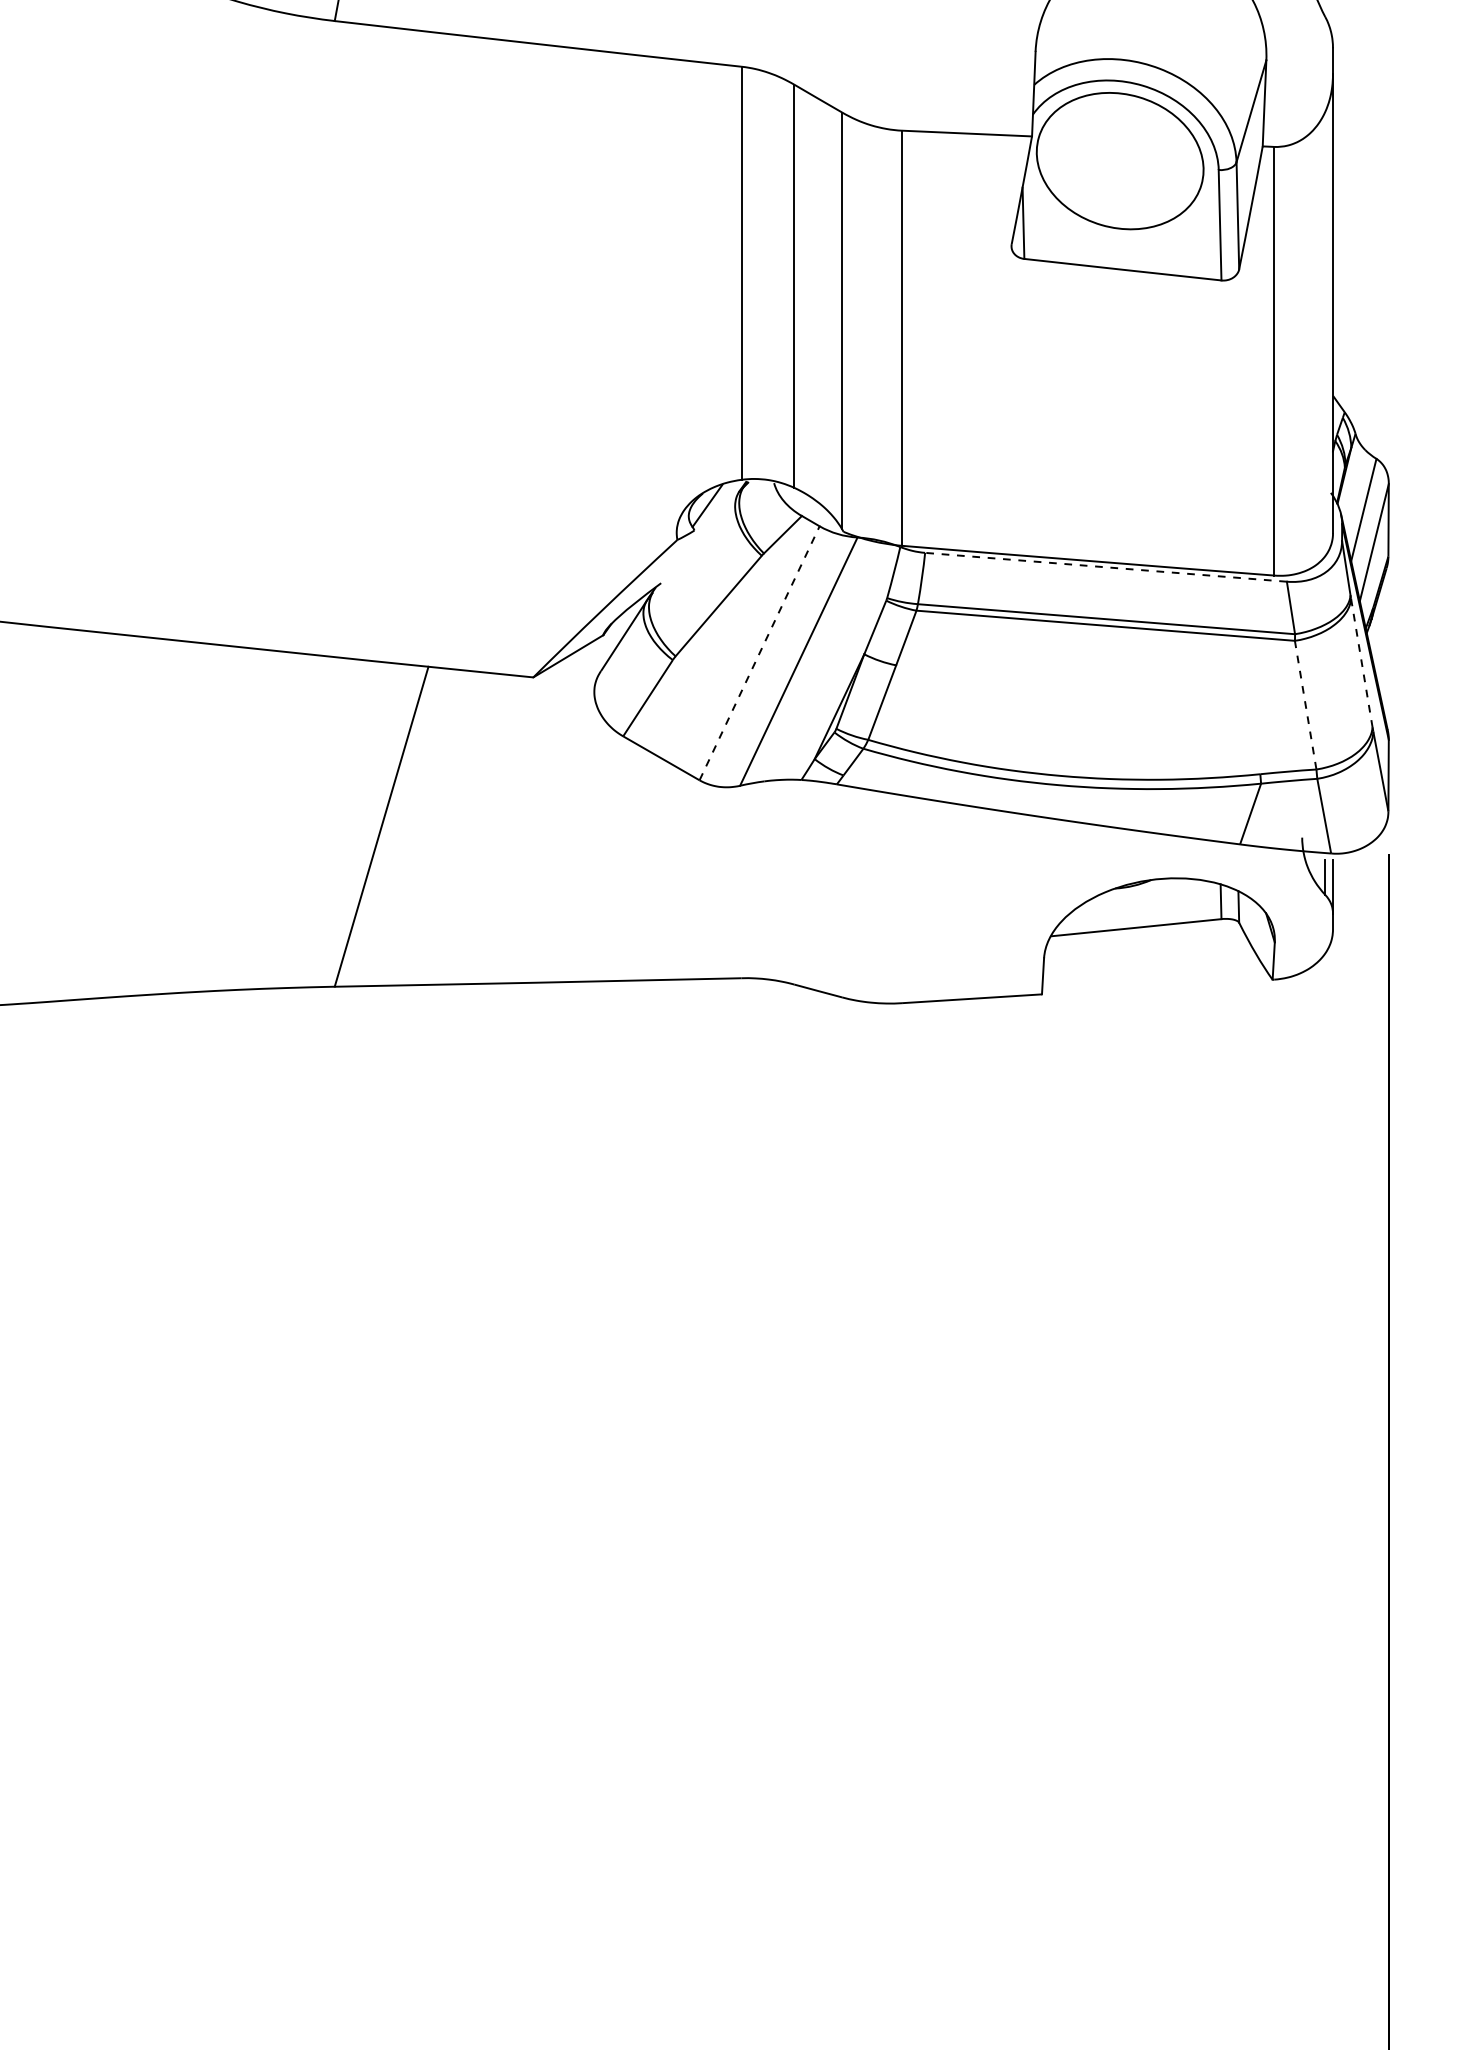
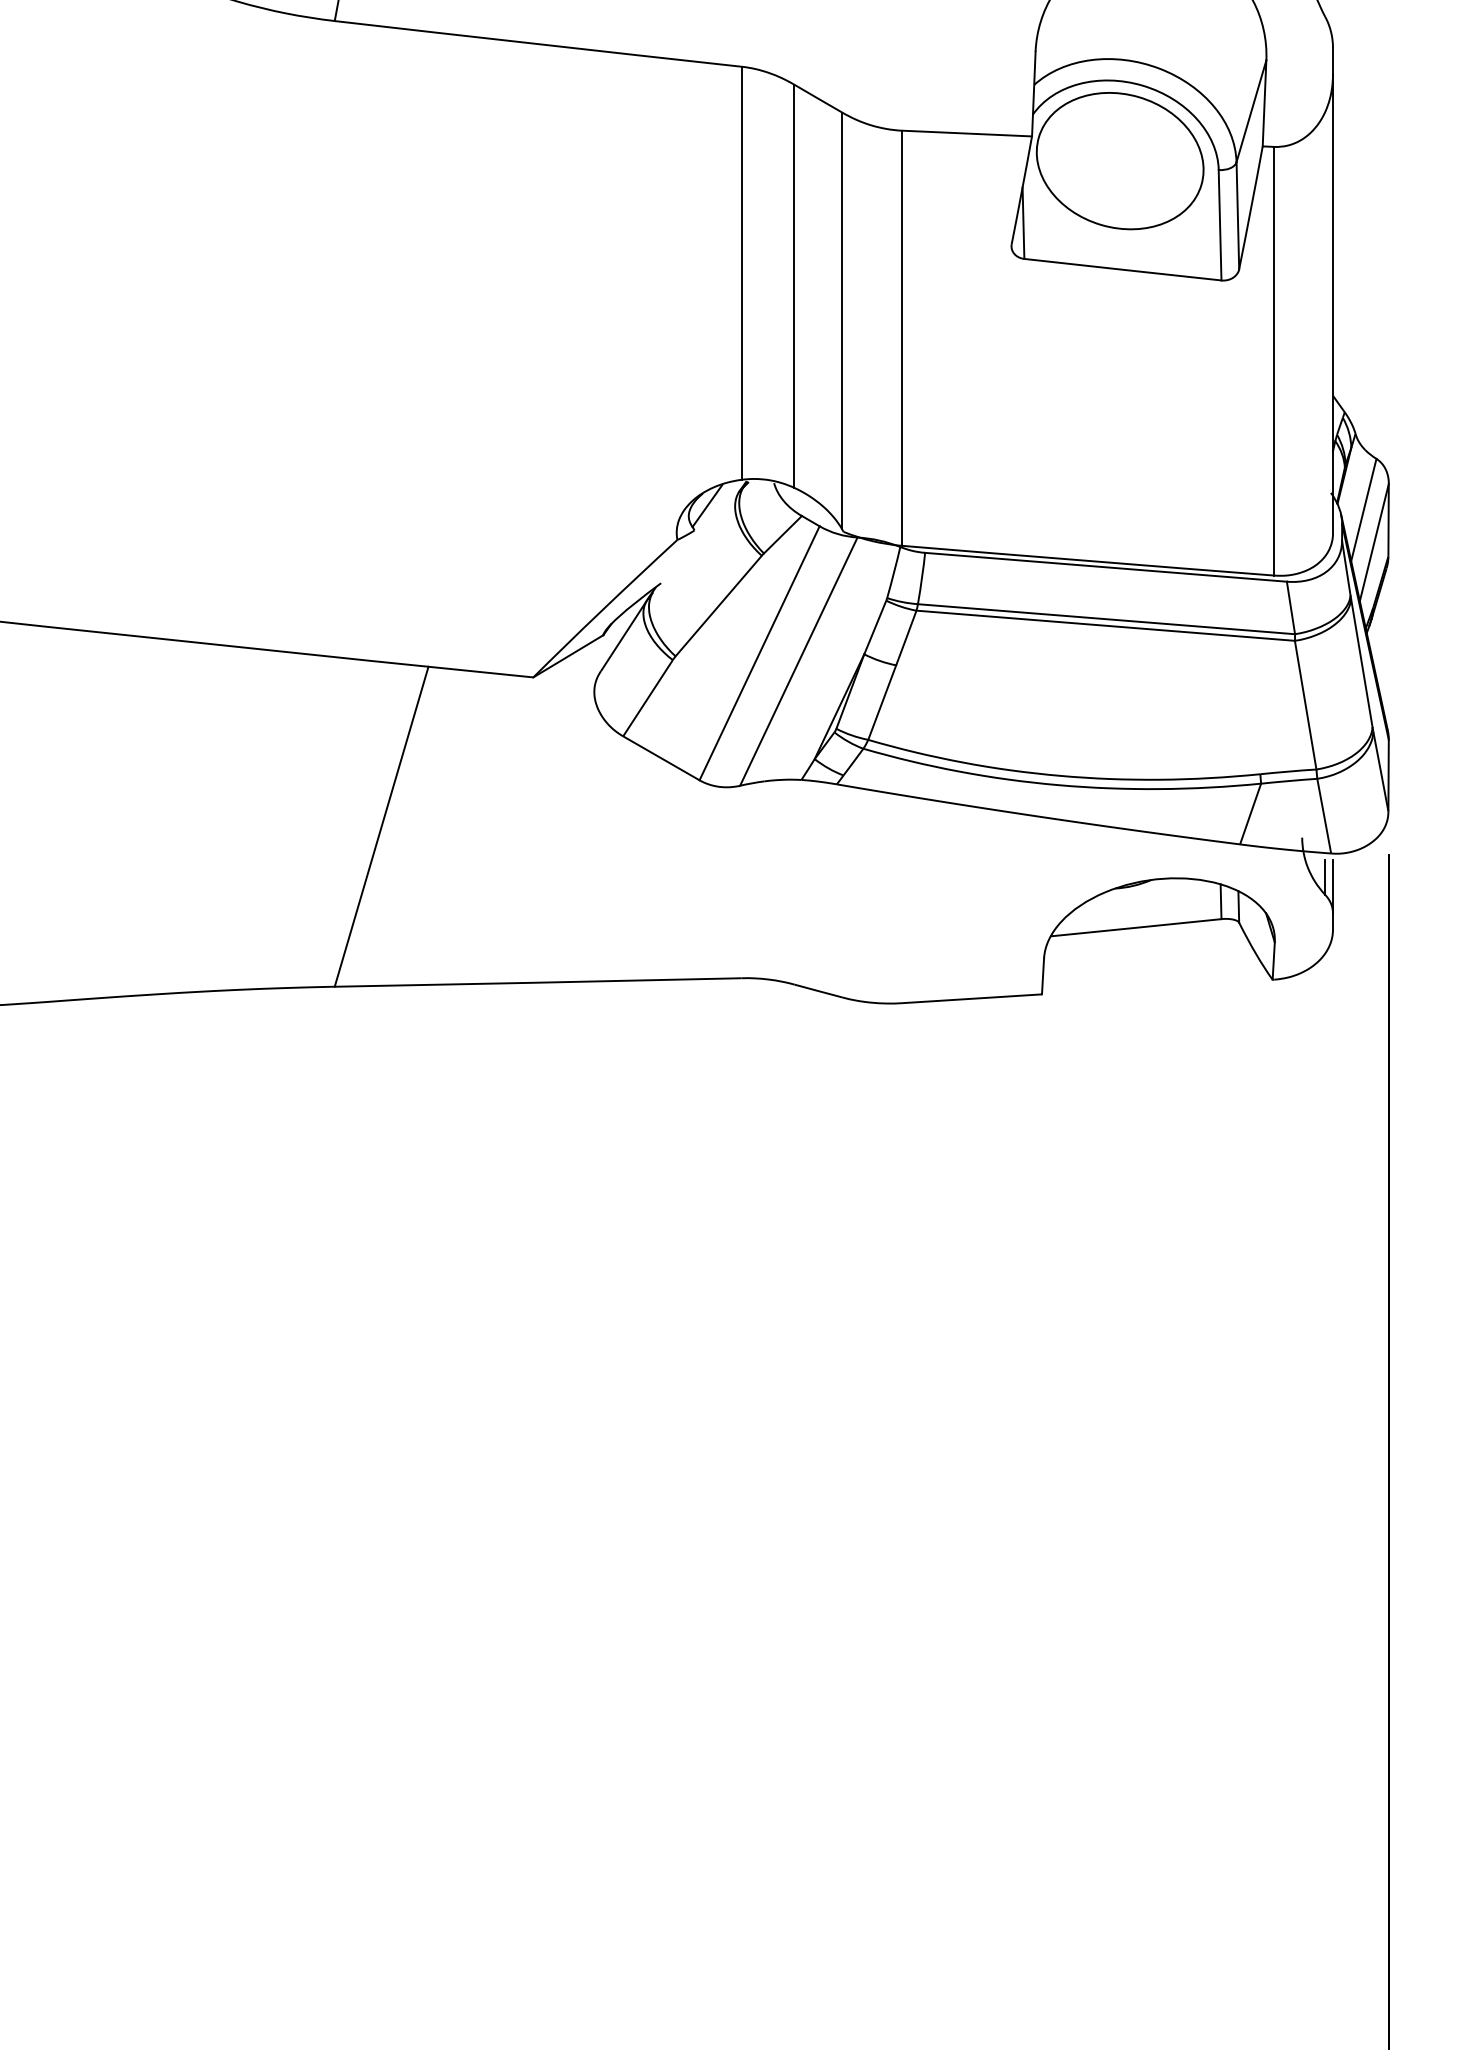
line at (1105, 567): dashed -> solid
line at (759, 652): dashed -> solid
line at (1361, 663): dashed -> solid
line at (1305, 704): dashed -> solid
